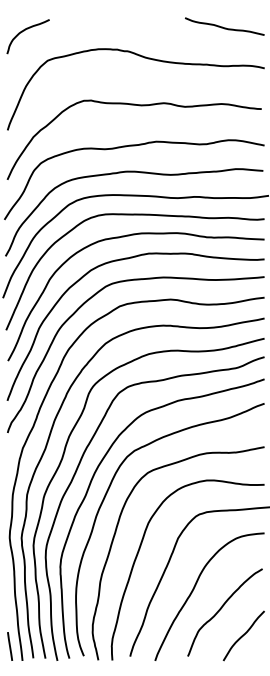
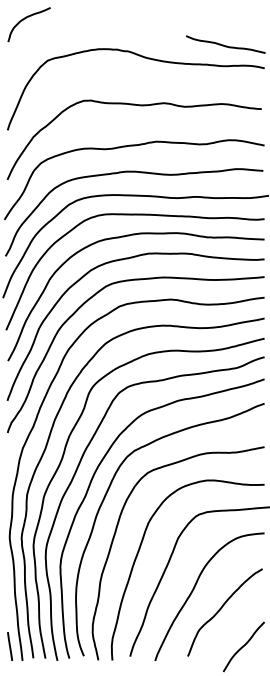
curve at (224, 27) position: (224, 27) -> (225, 45)
curve at (24, 31) position: (24, 31) -> (25, 19)
curve at (243, 635) position: (243, 635) -> (243, 646)
